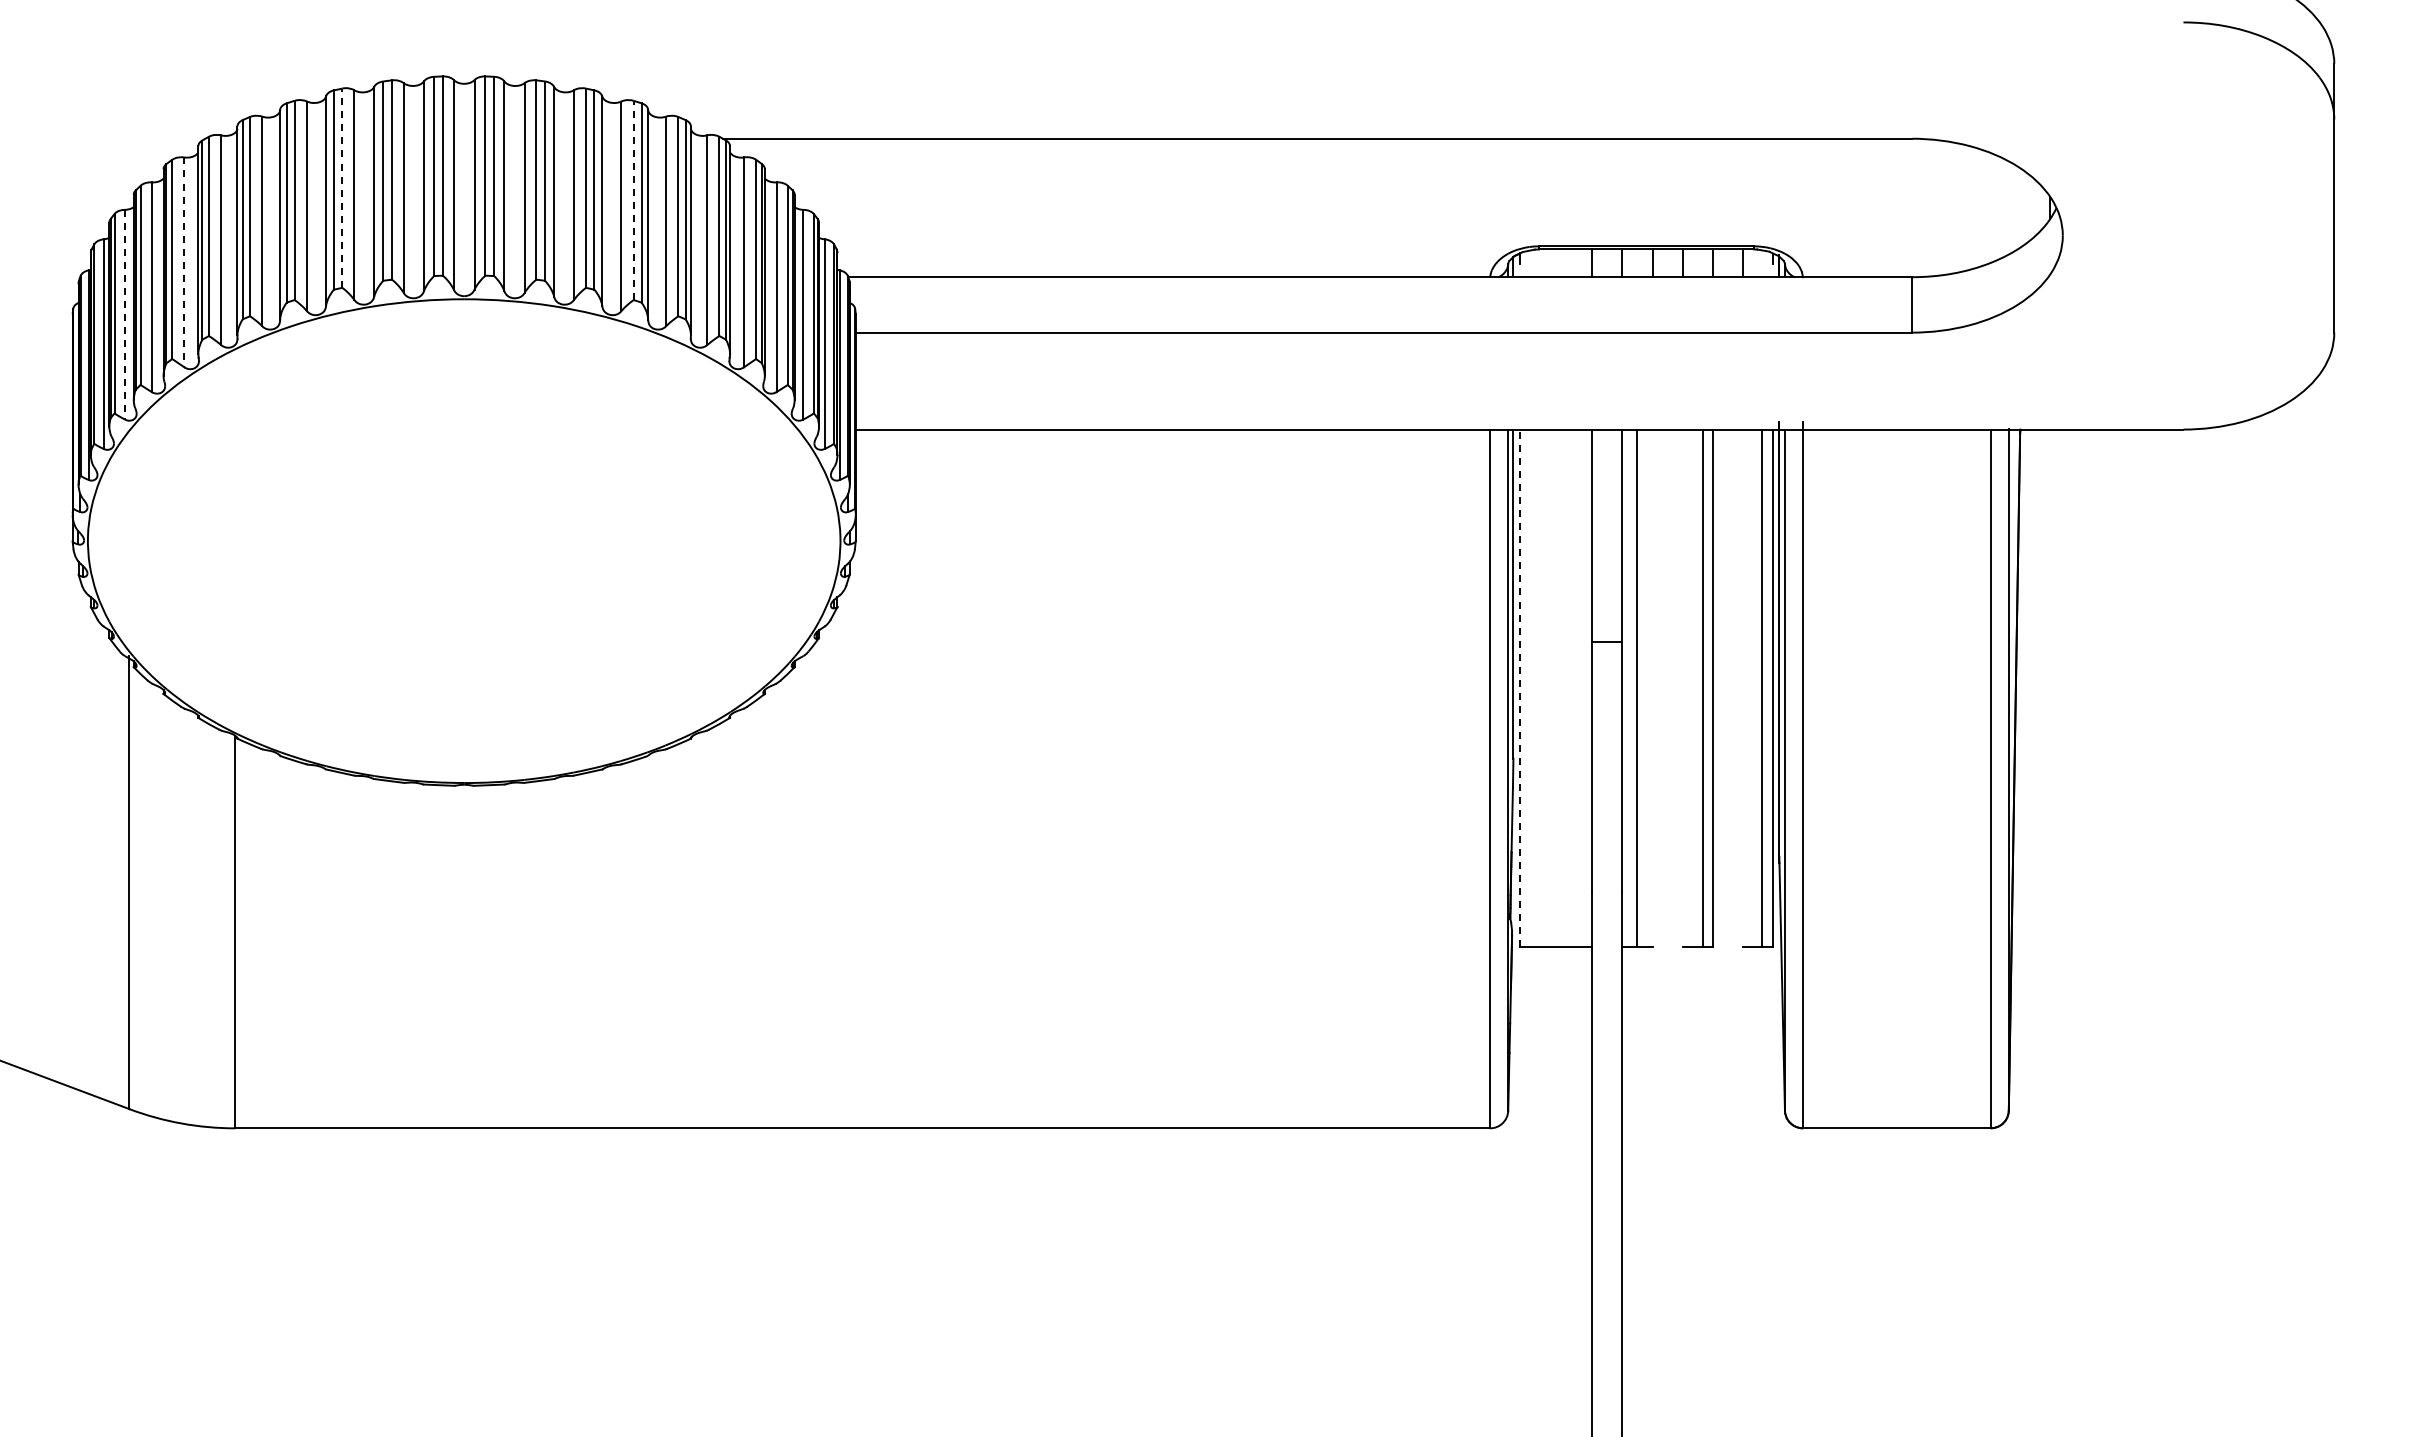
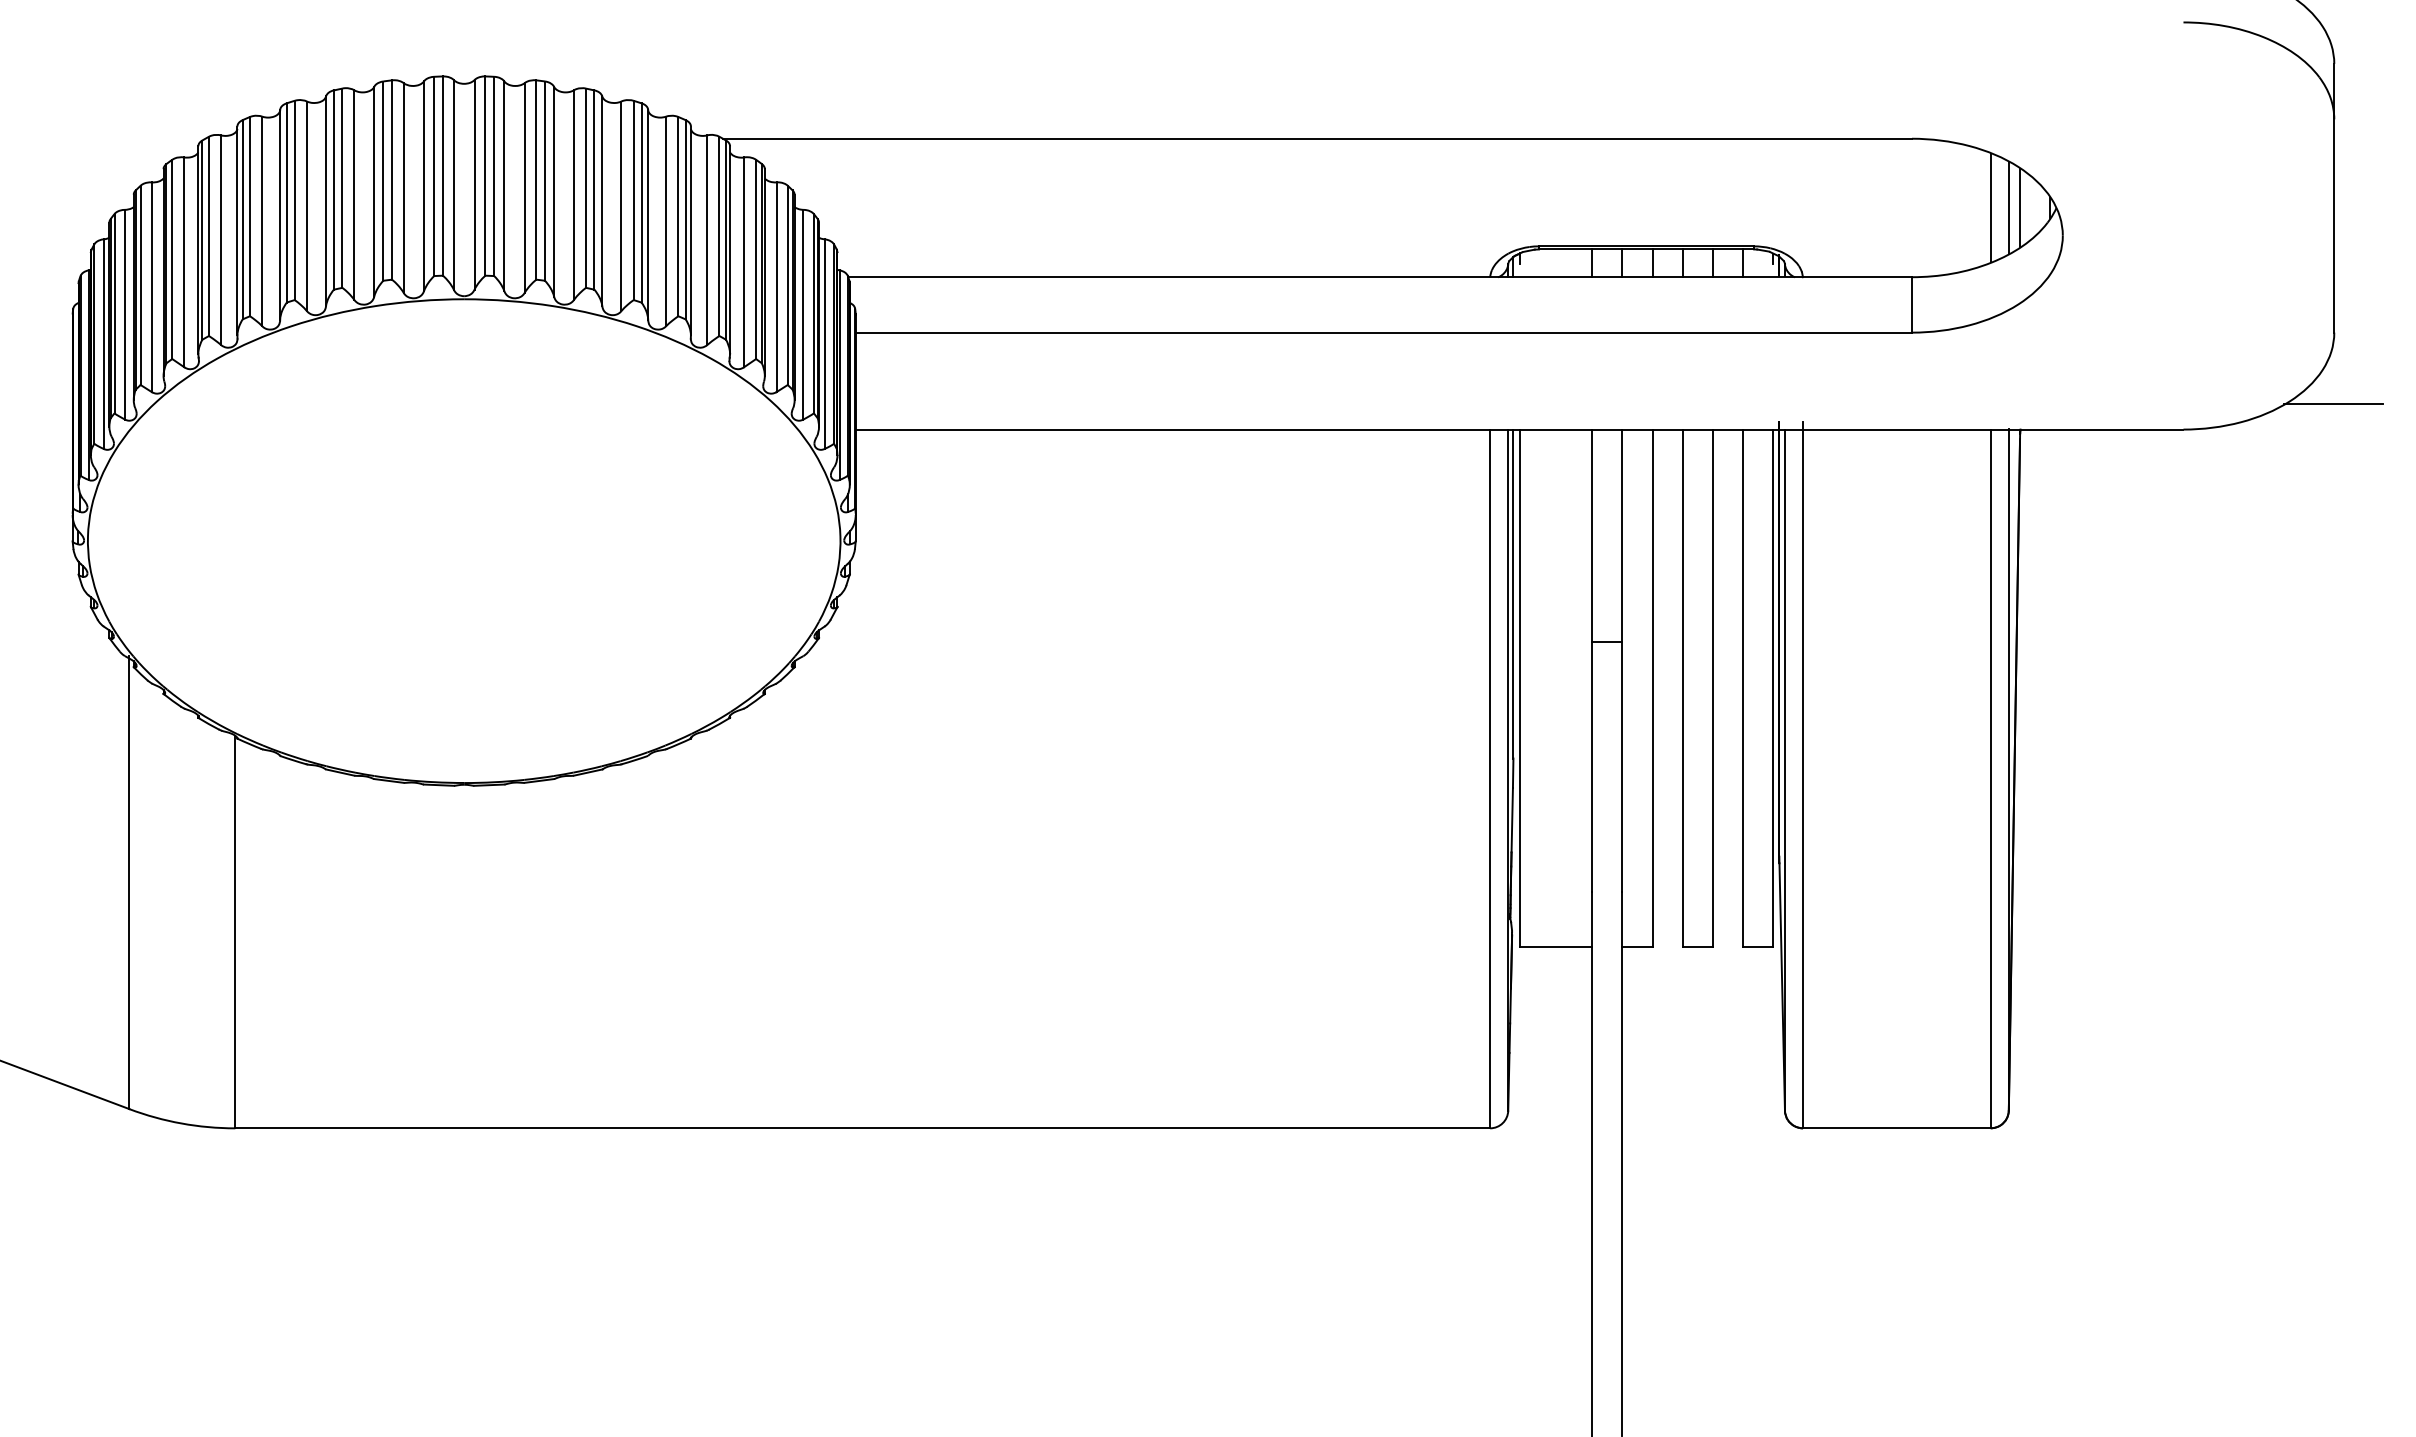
line at (342, 188): dashed -> solid
line at (633, 200): dashed -> solid
line at (1990, 207): none -> present
line at (2008, 207): none -> present
line at (2020, 207): none -> present
line at (184, 262): dashed -> solid
line at (124, 314): dashed -> solid
line at (2332, 404): none -> present
line at (1519, 688): dashed -> solid
line at (1636, 688) position: (1636, 688) -> (1652, 688)
line at (1702, 688) position: (1702, 688) -> (1682, 688)
line at (1762, 688) position: (1762, 688) -> (1743, 688)
